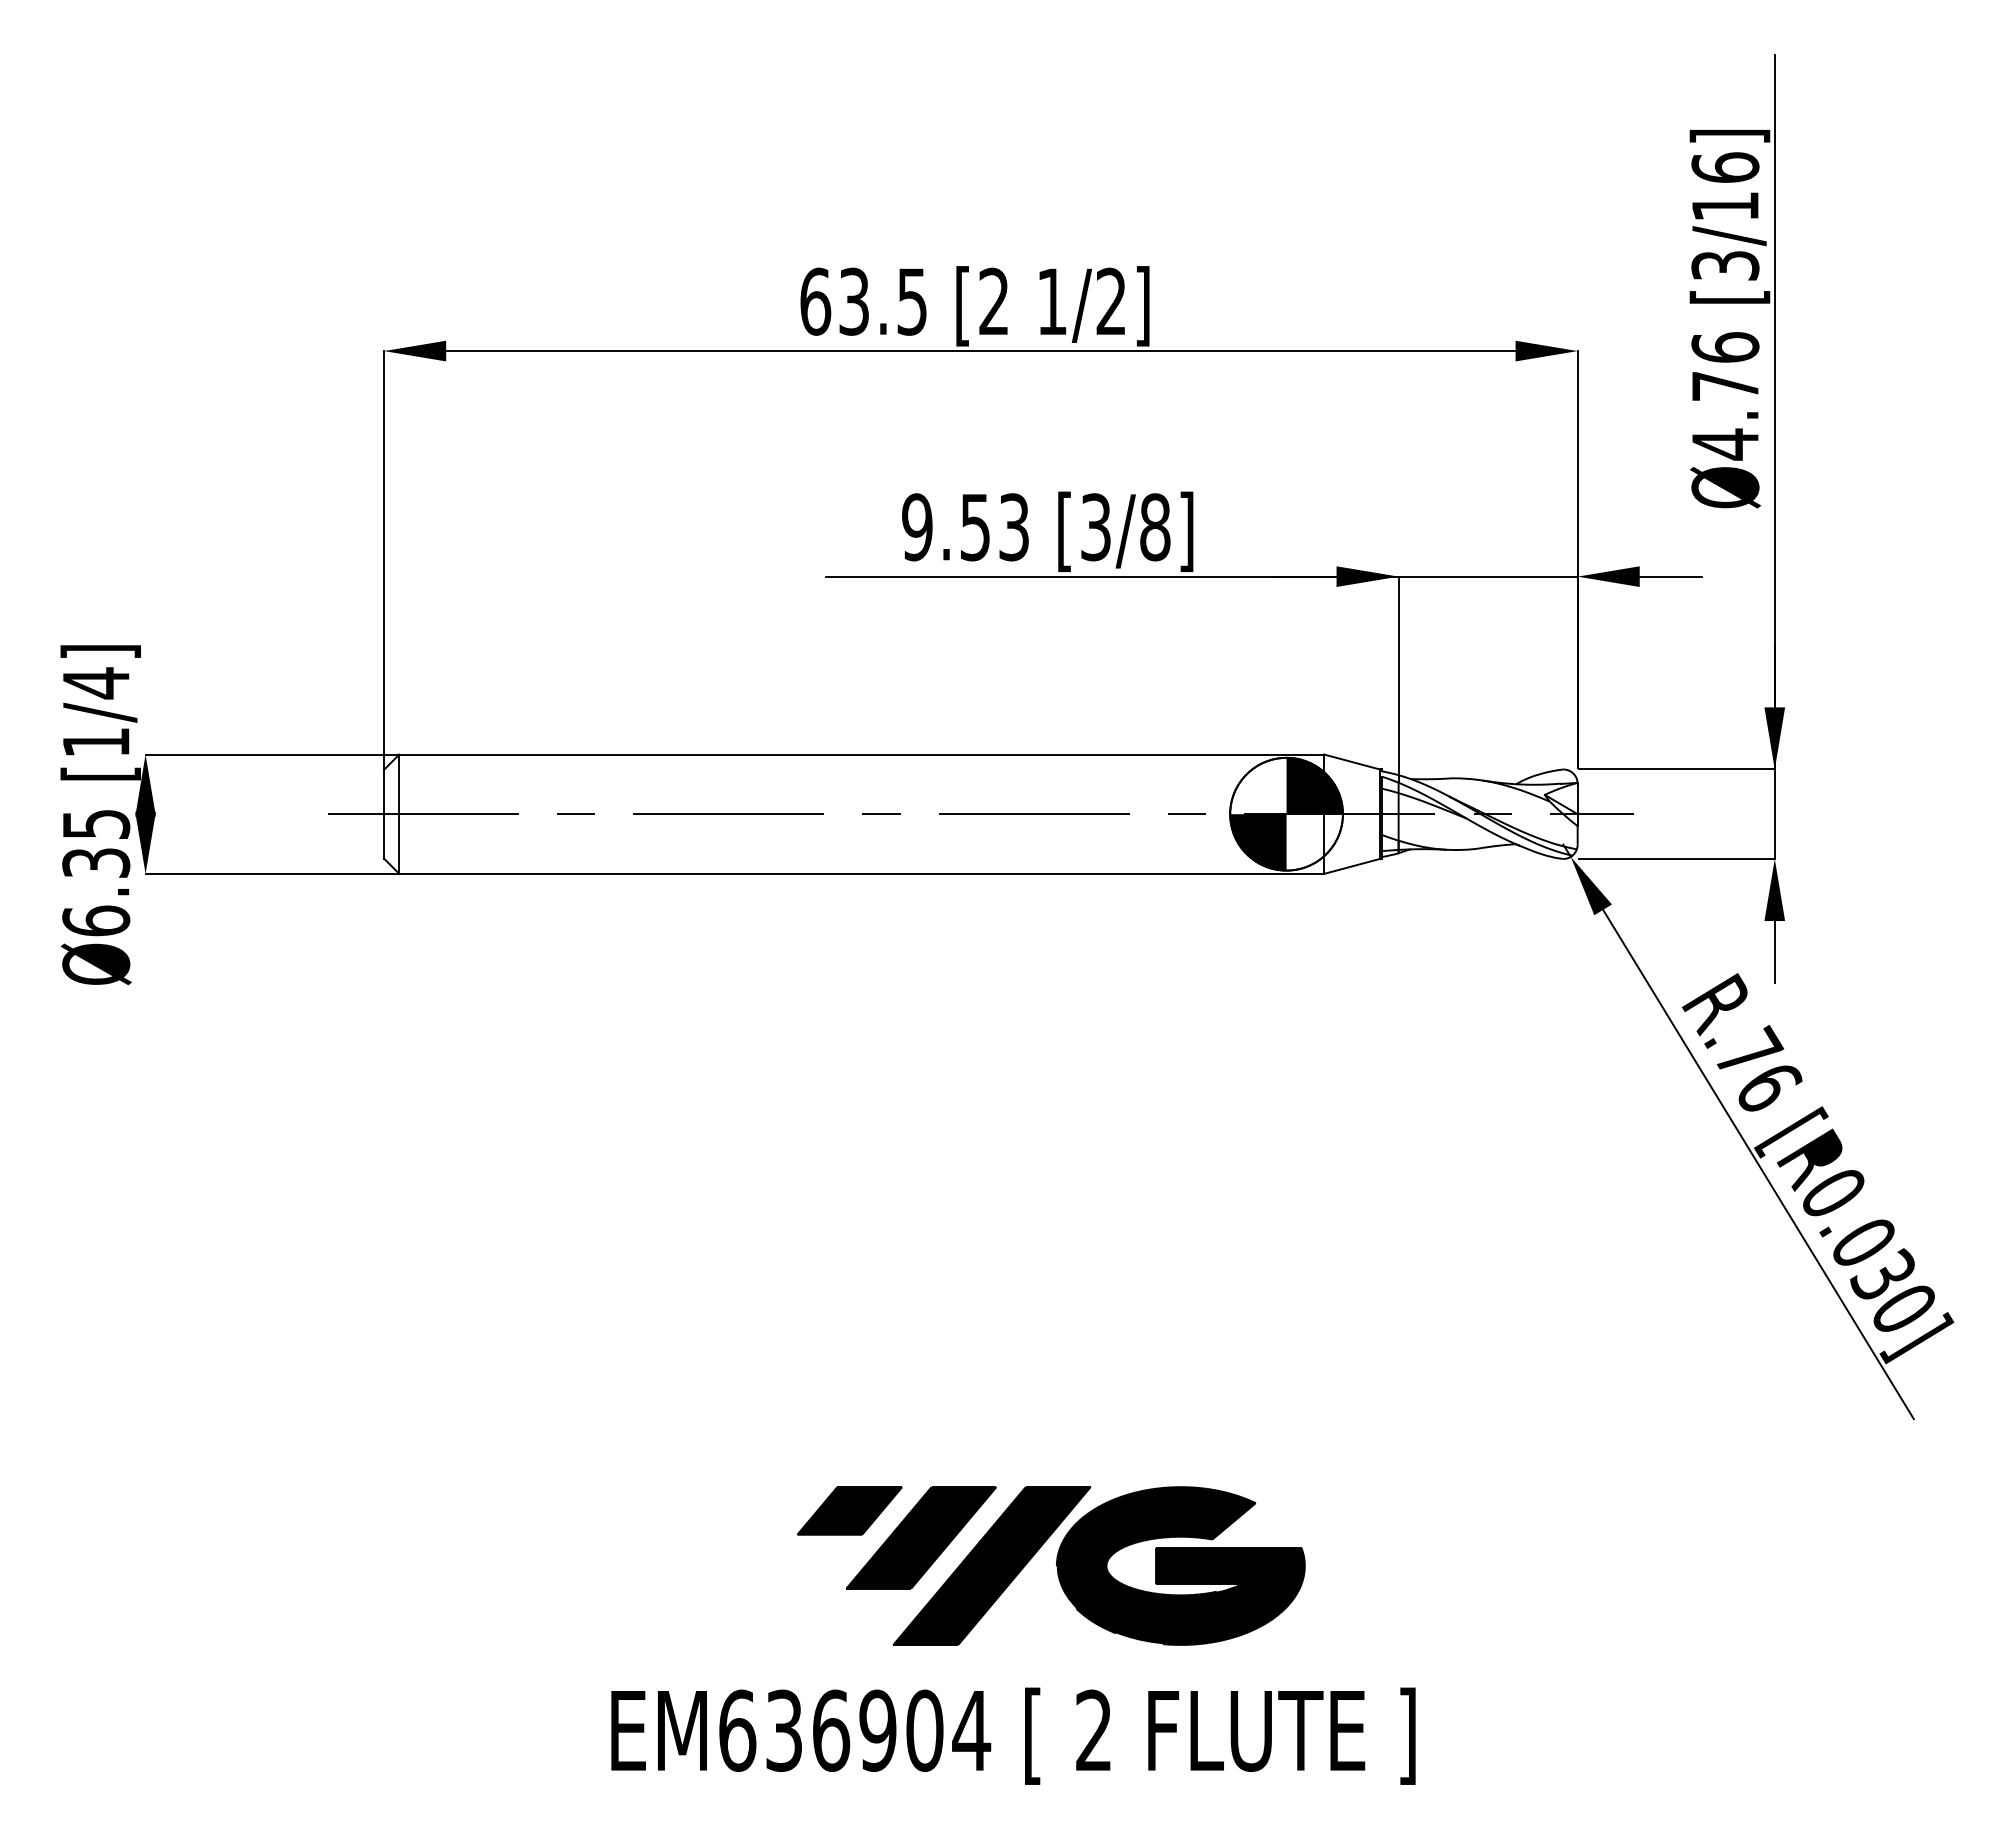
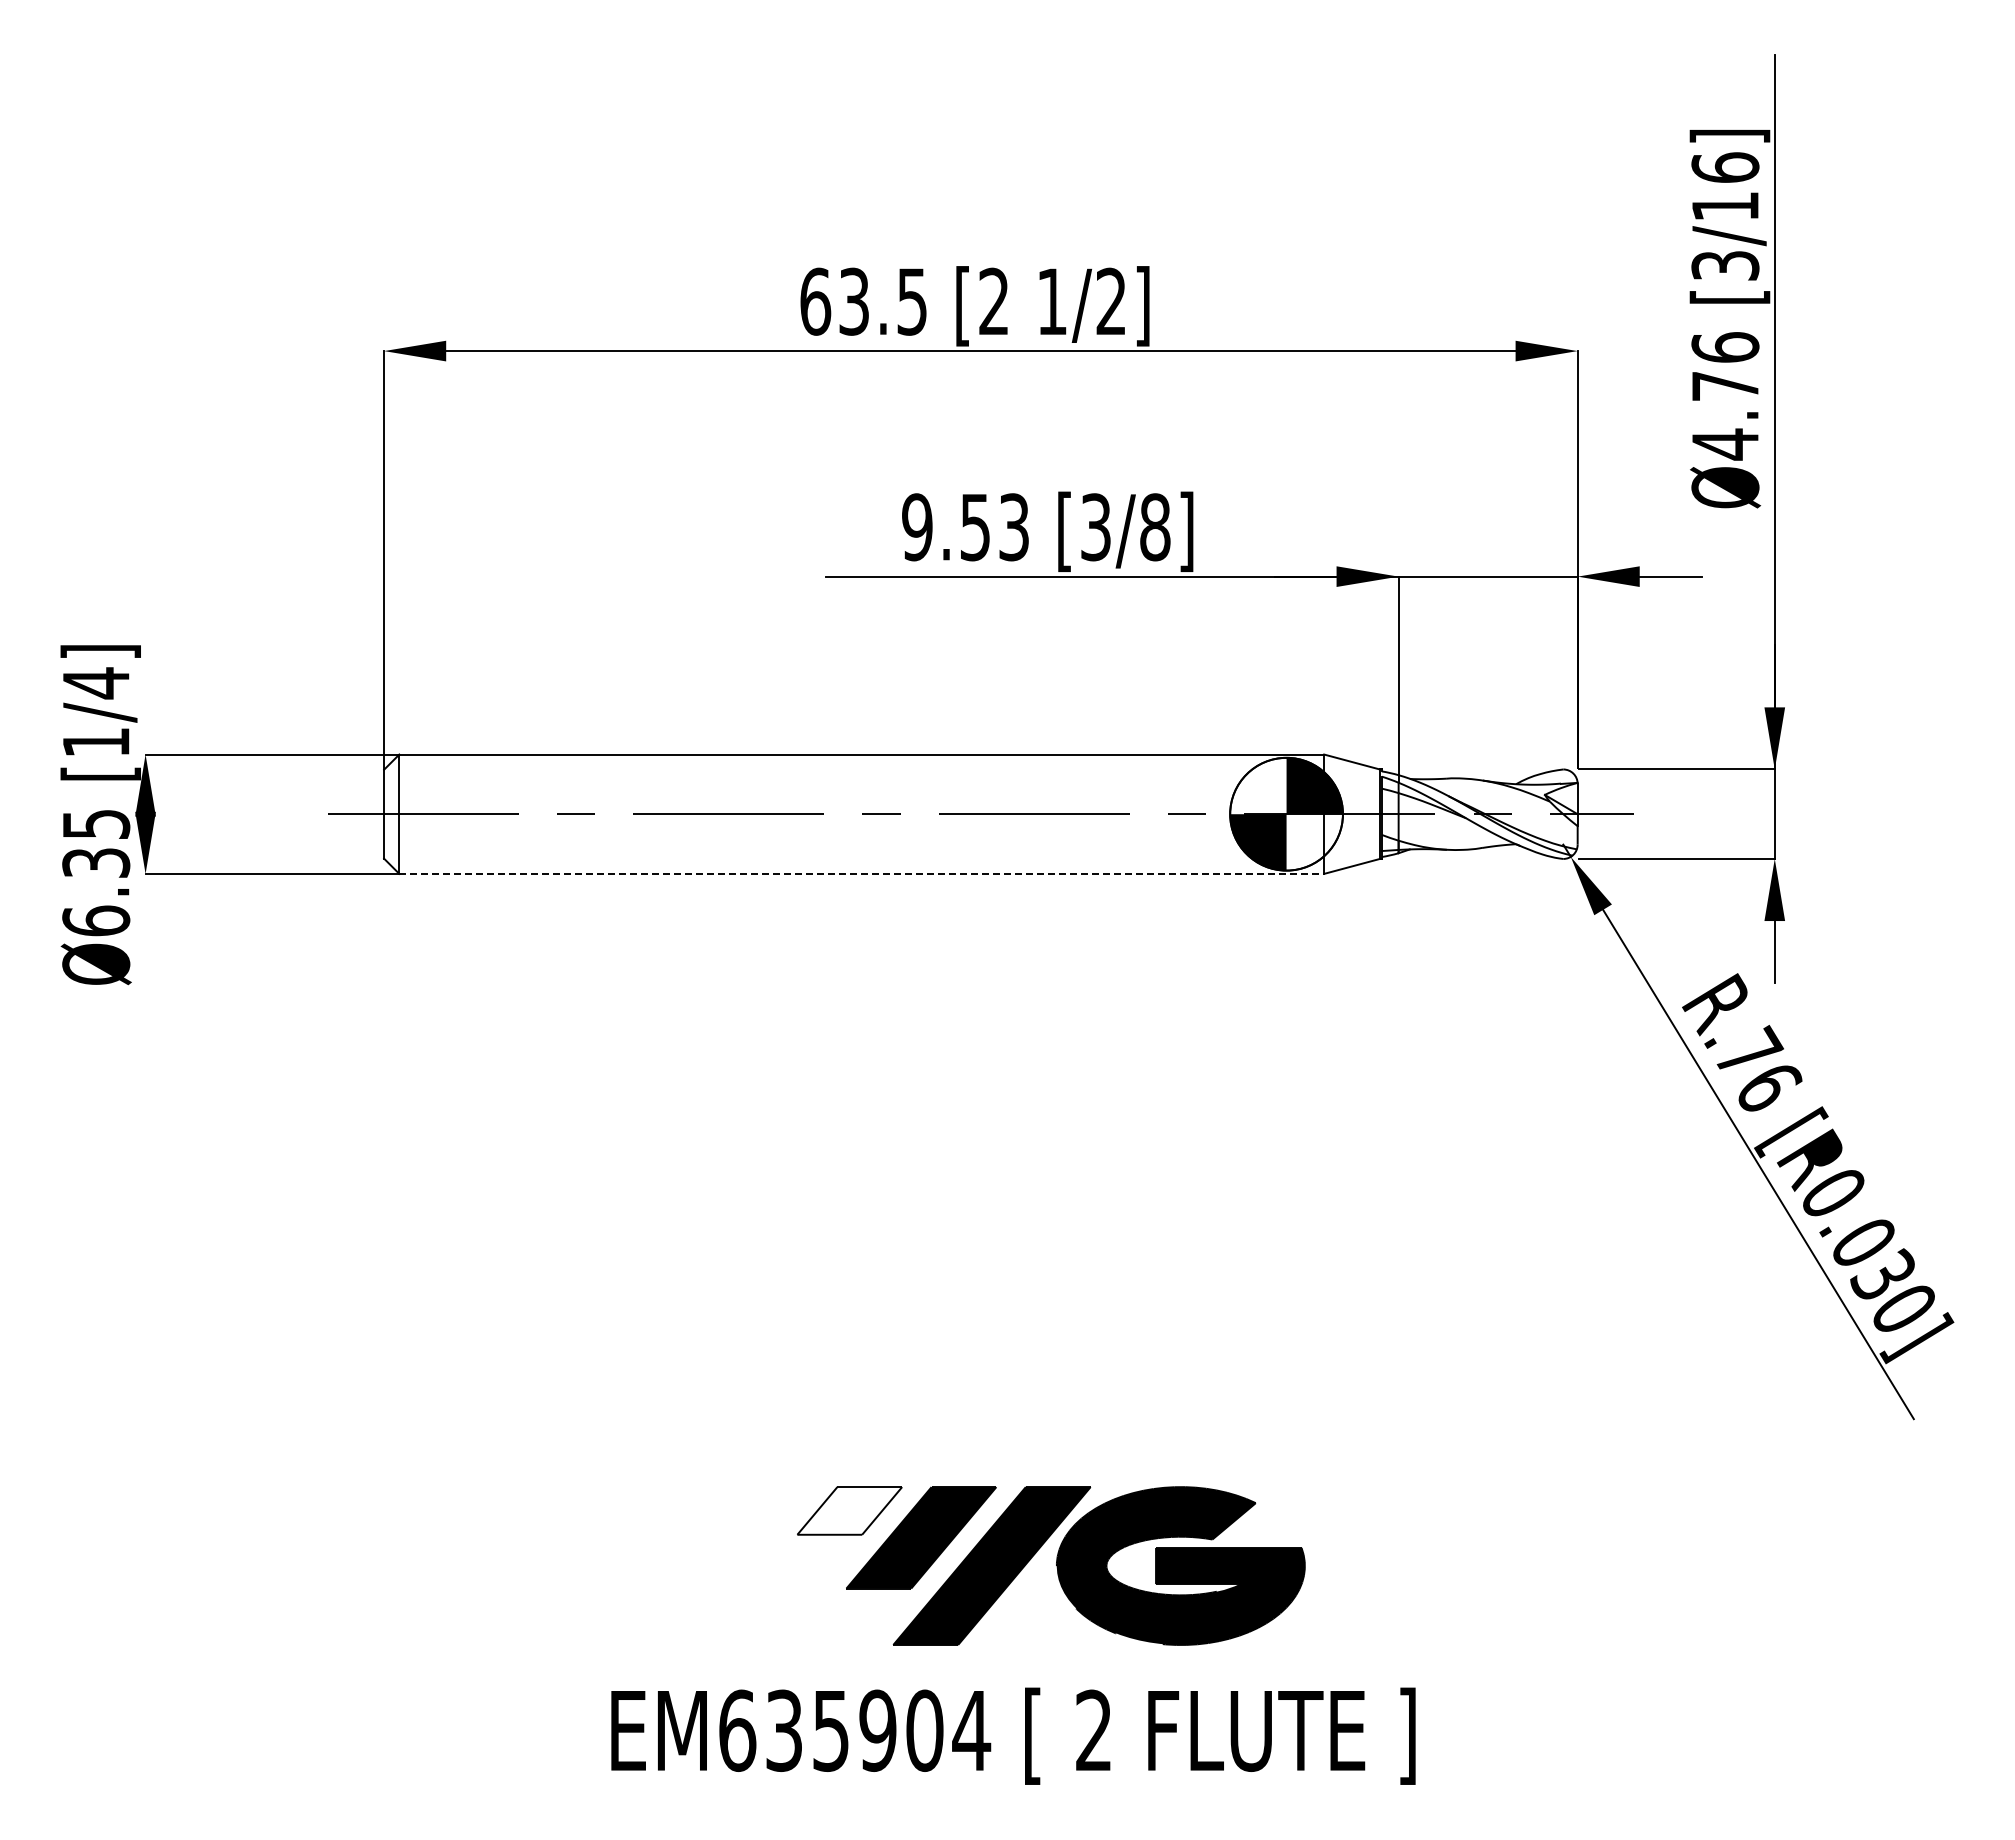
line at (862, 873): solid -> dashed
fill at (849, 1510): present -> none
text at (831, 1730): EM636904 -> EM635904
